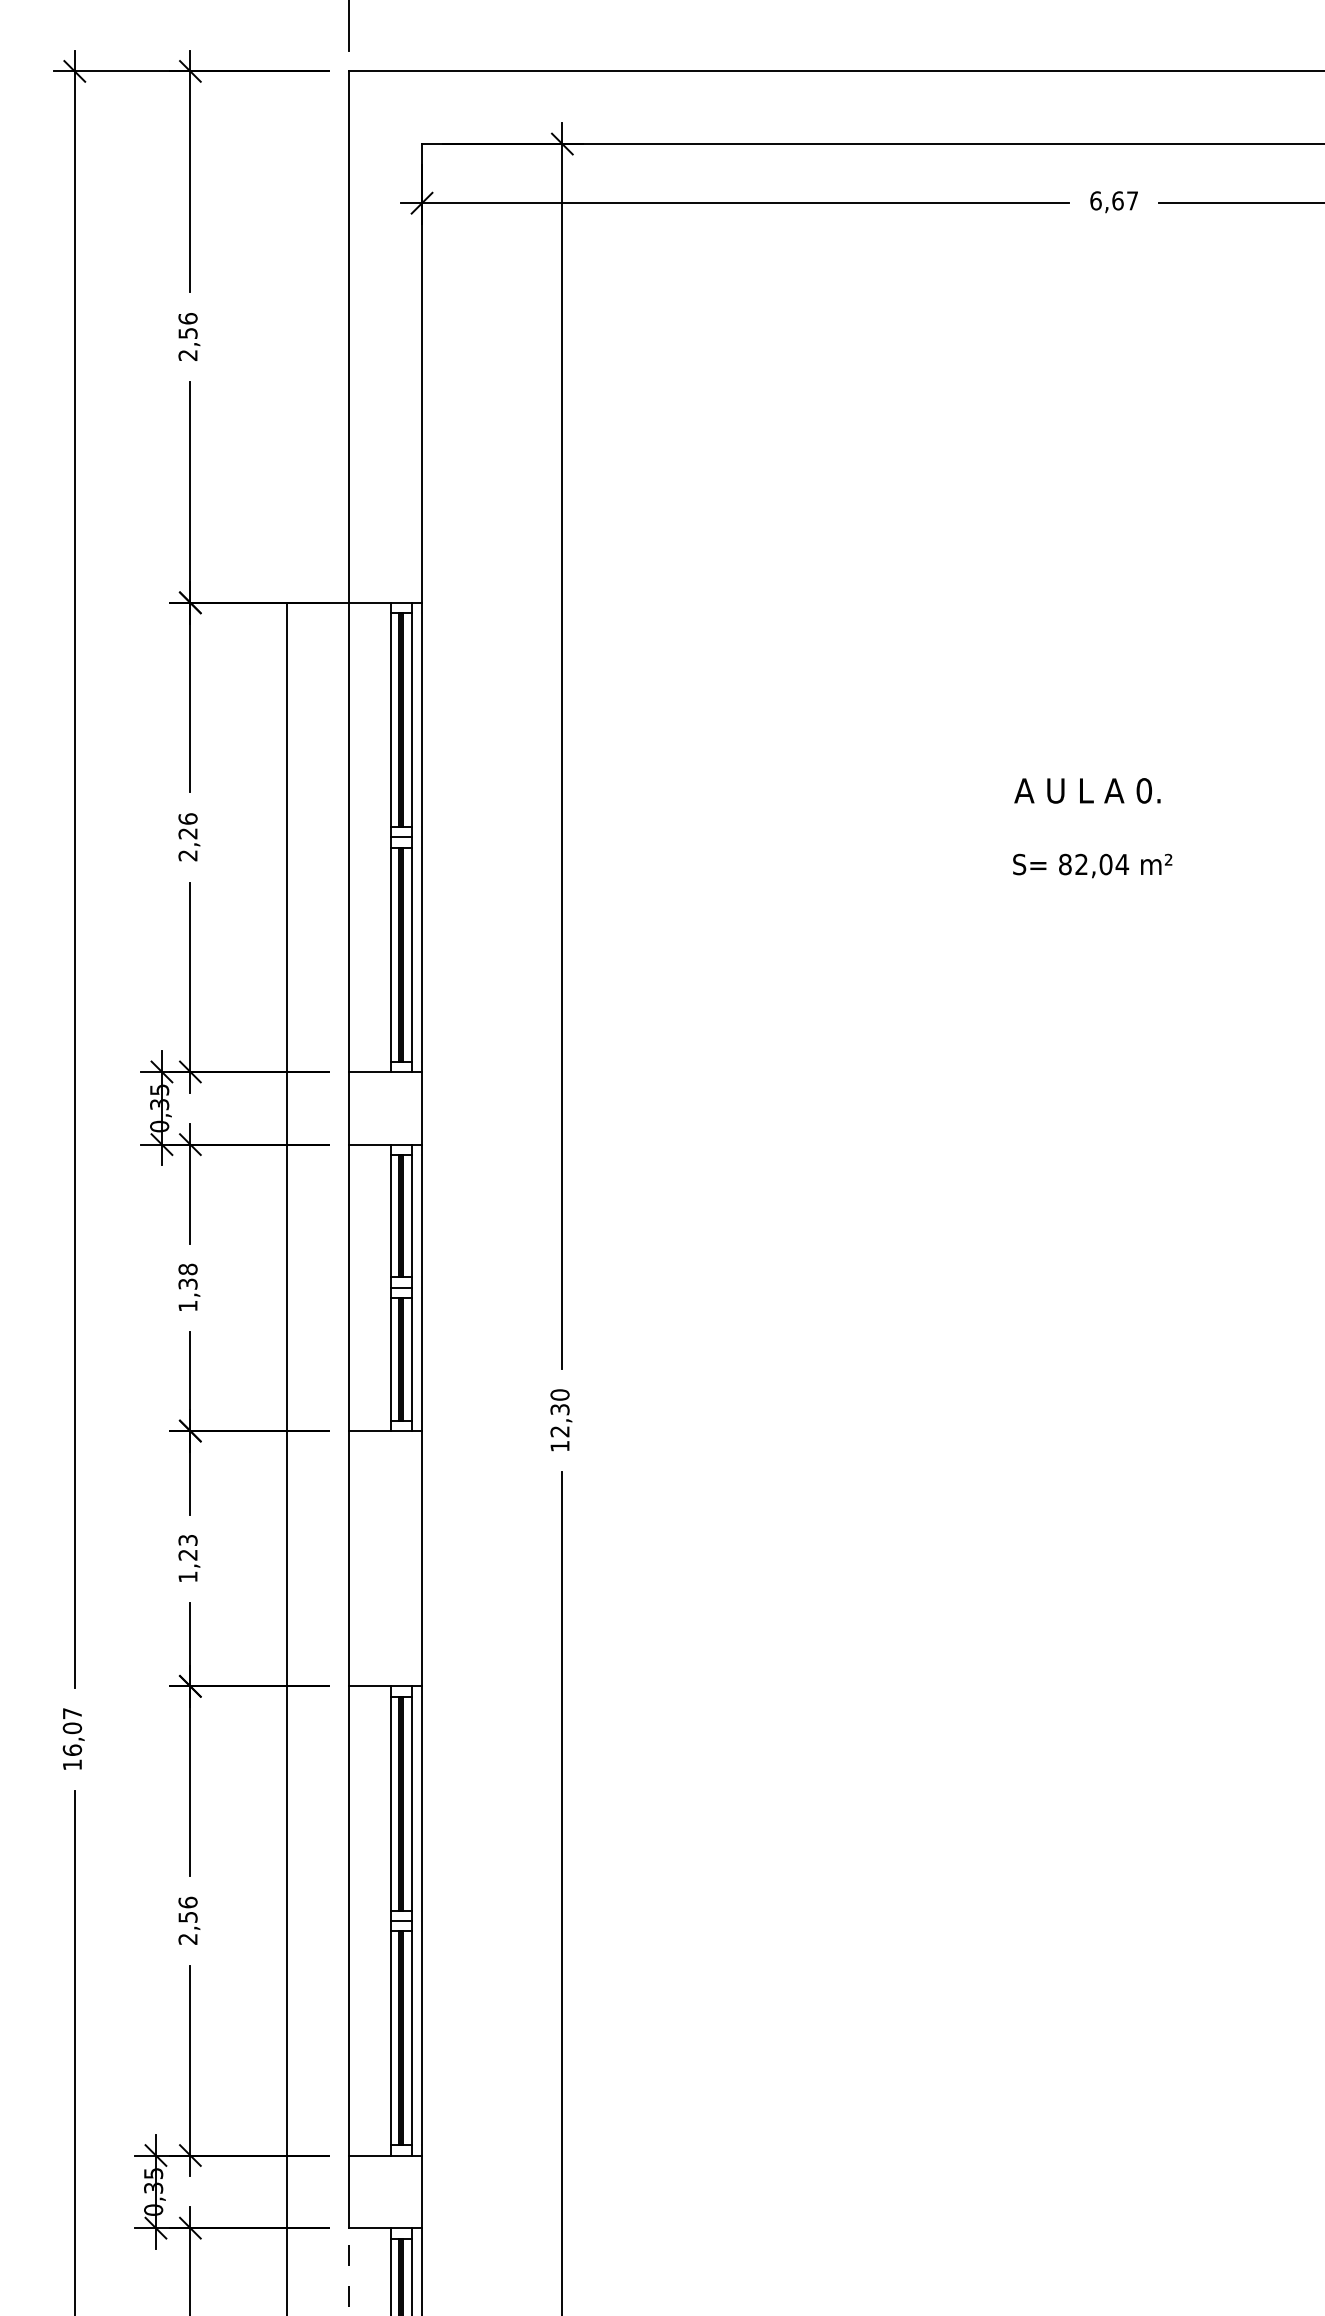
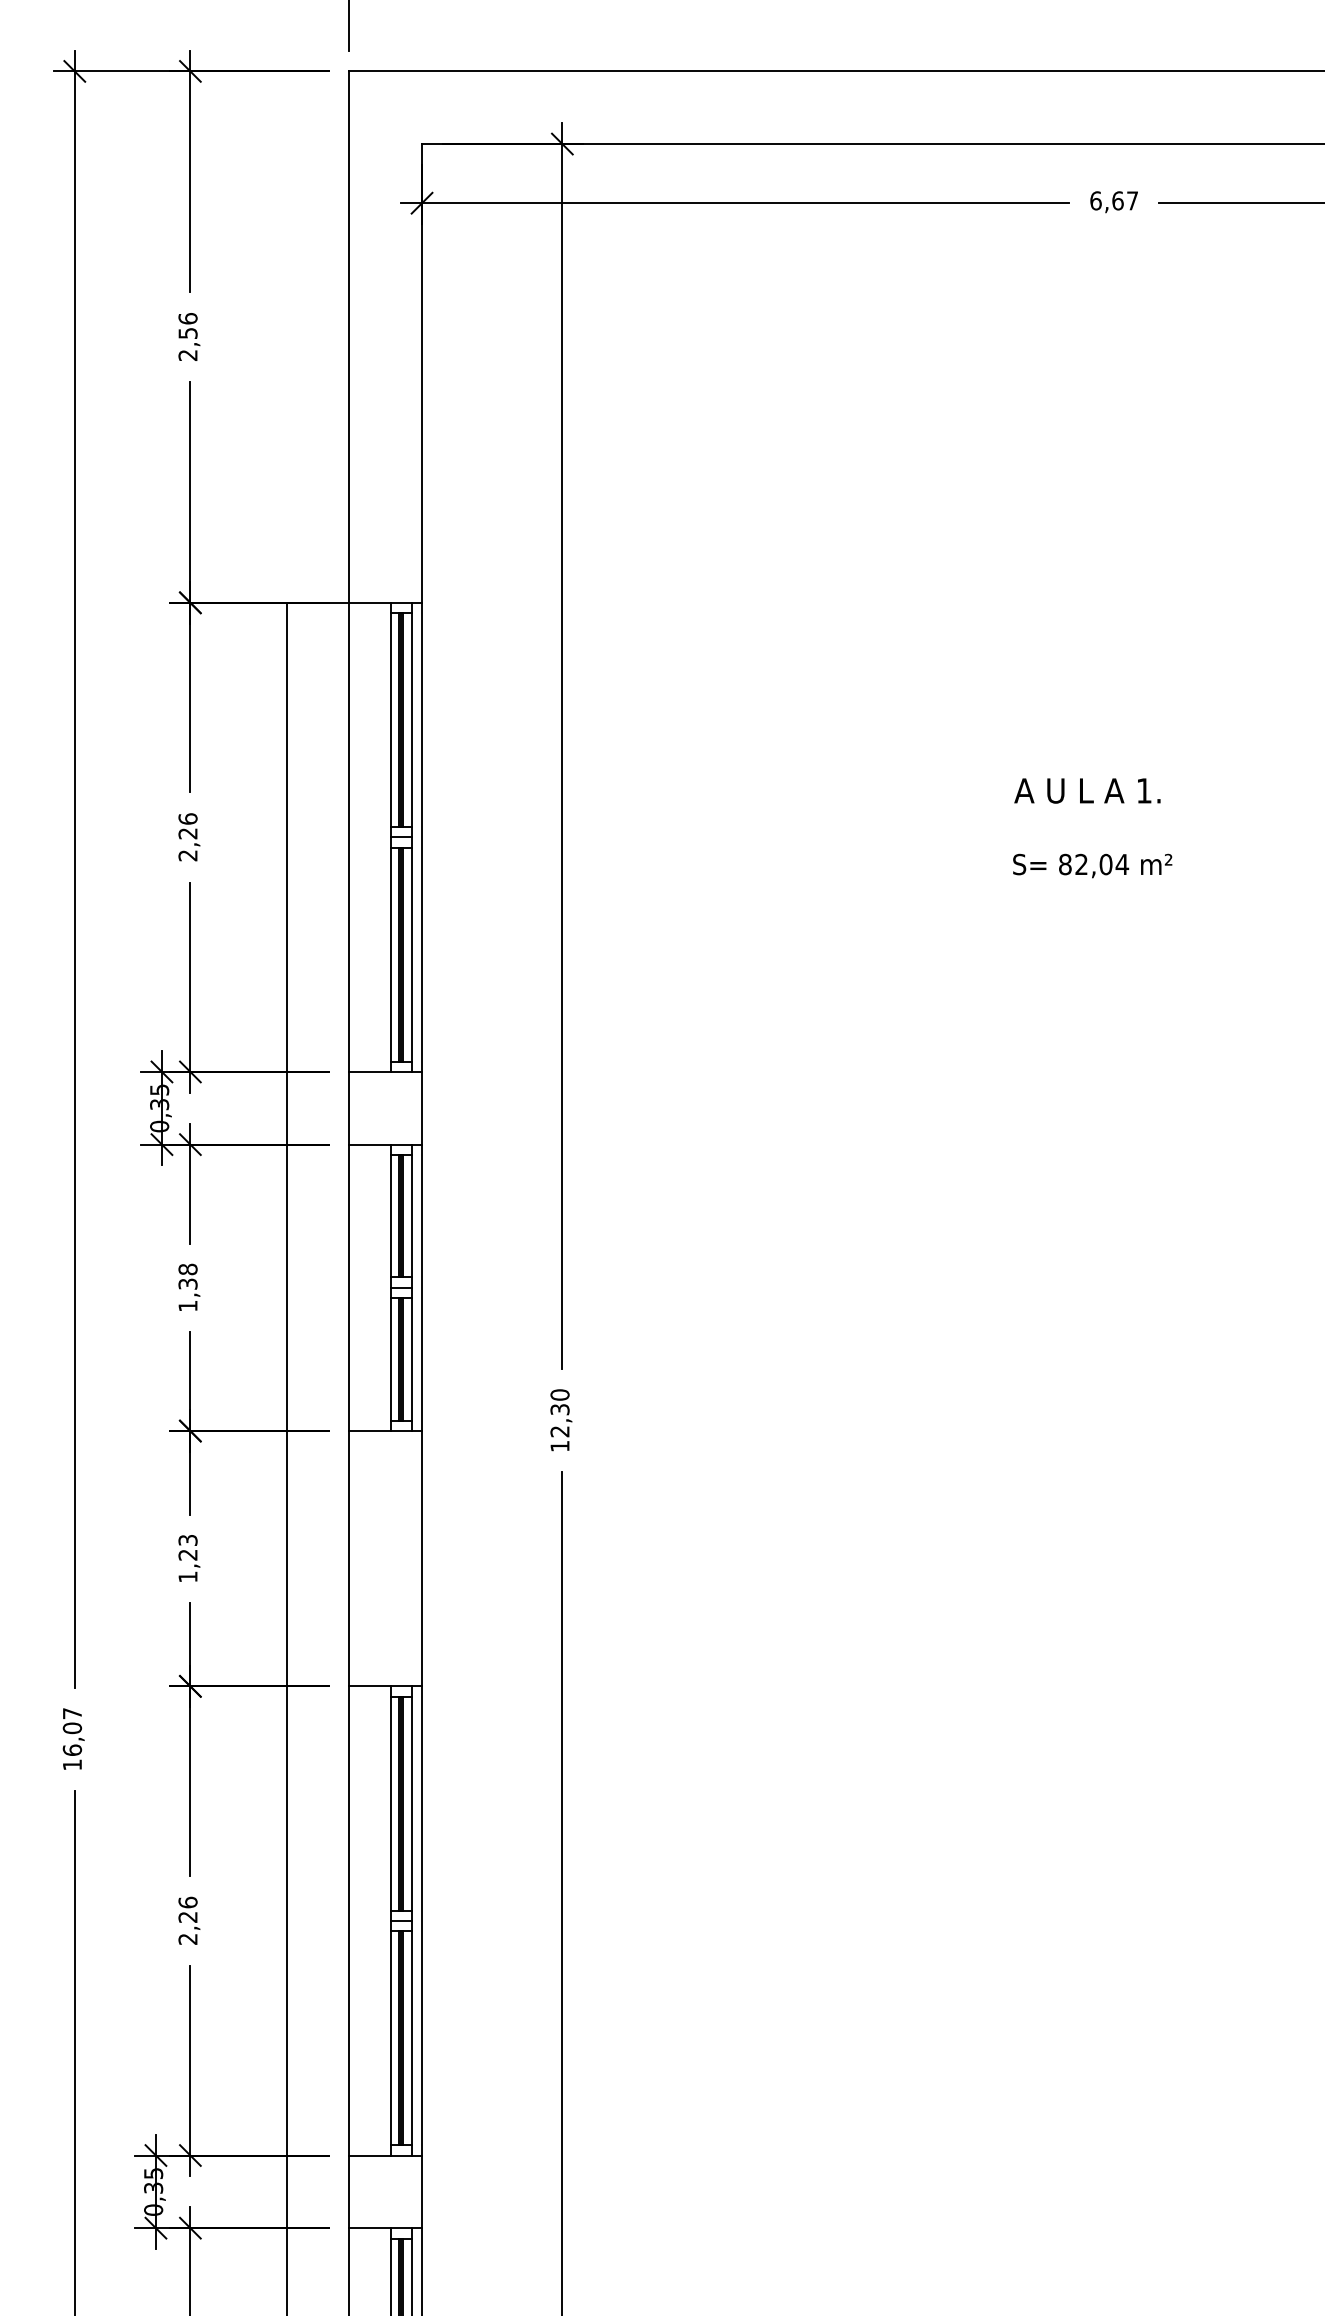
text at (1144, 790): 0. -> 1.
text at (187, 1917): 2,56 -> 2,26
line at (349, 2271): dashed -> solid
